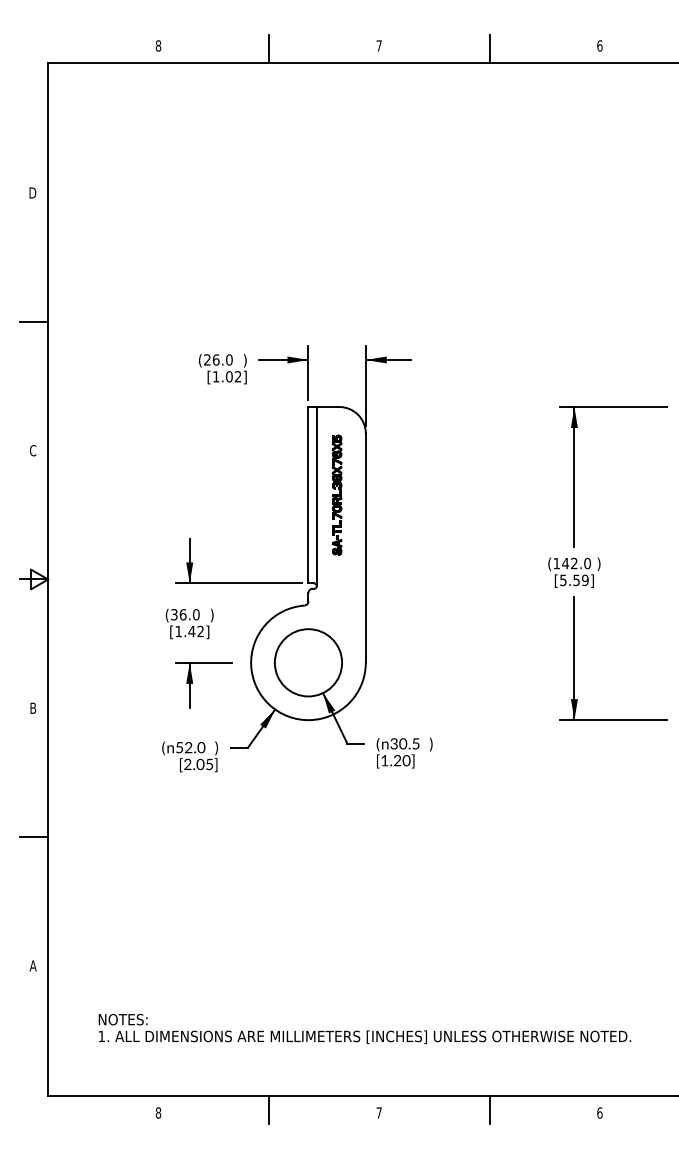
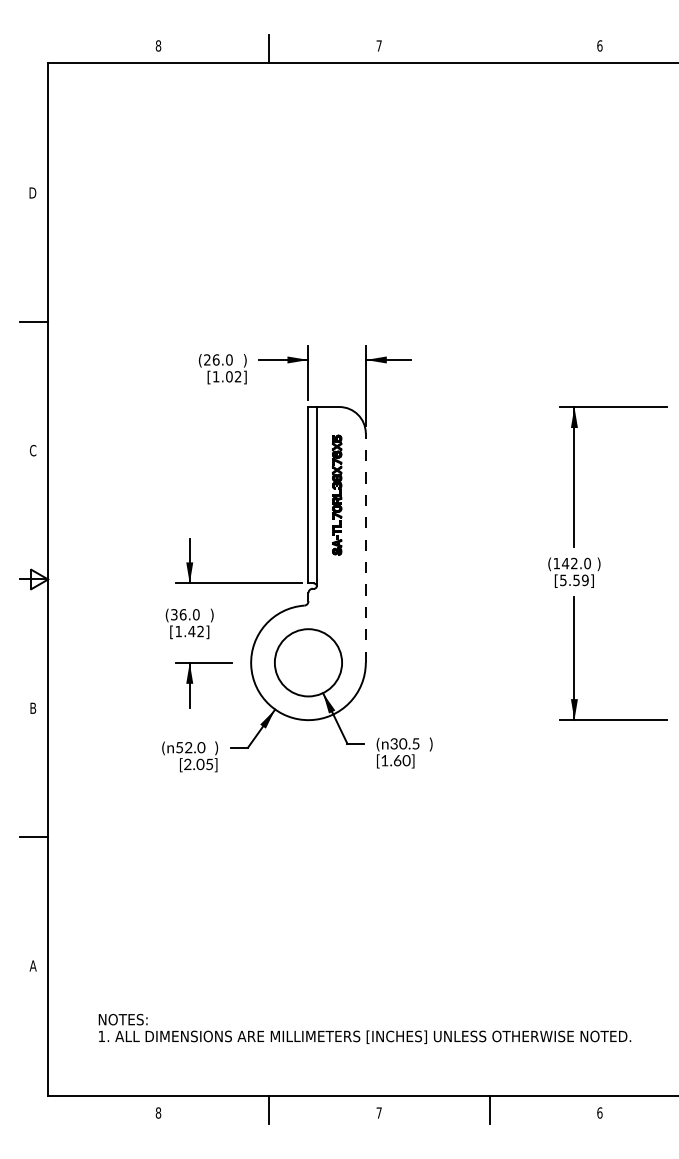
line at (489, 48): present -> none
line at (365, 548): solid -> dashed
text at (397, 760): [1.20] -> [1.60]
